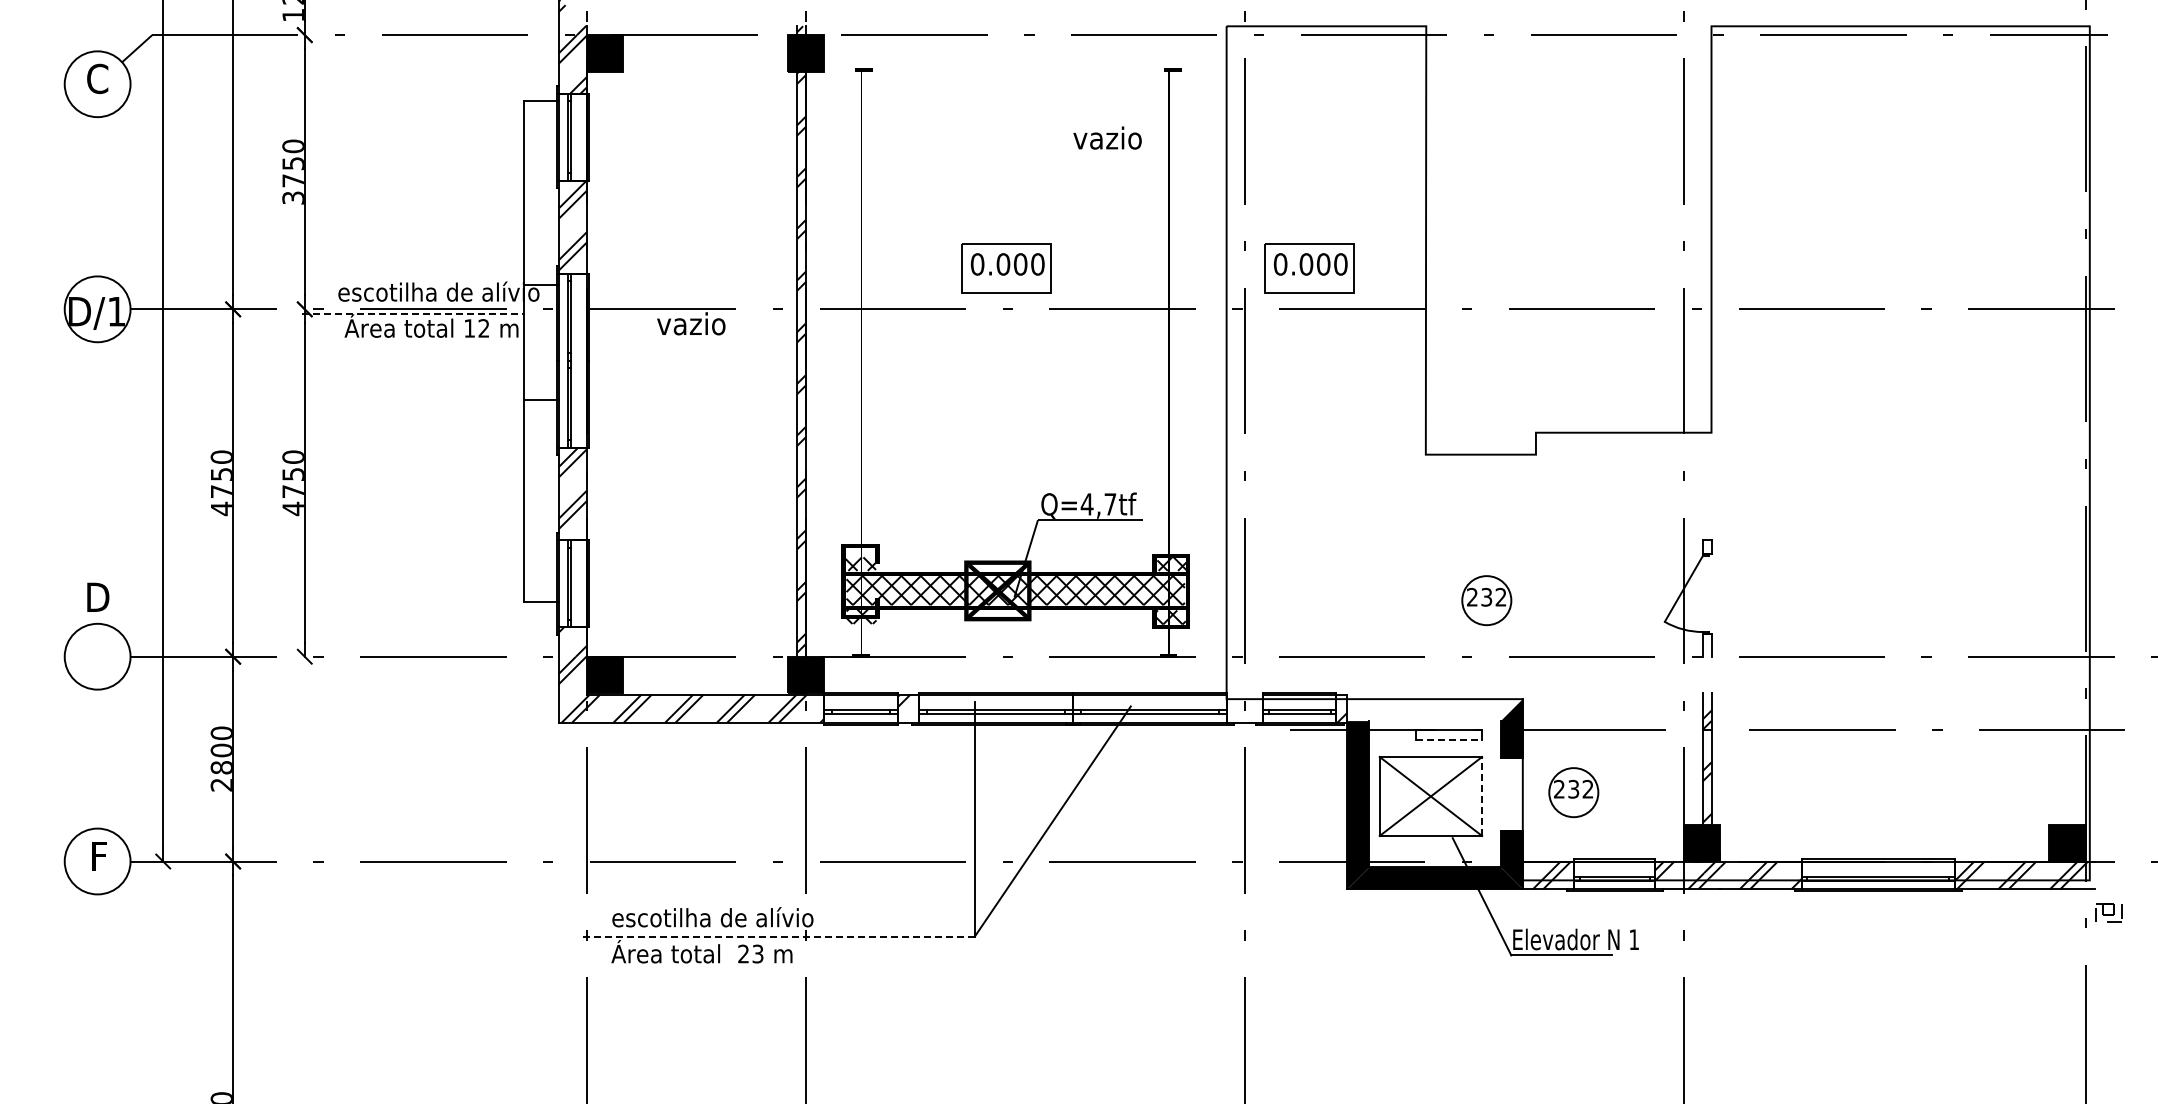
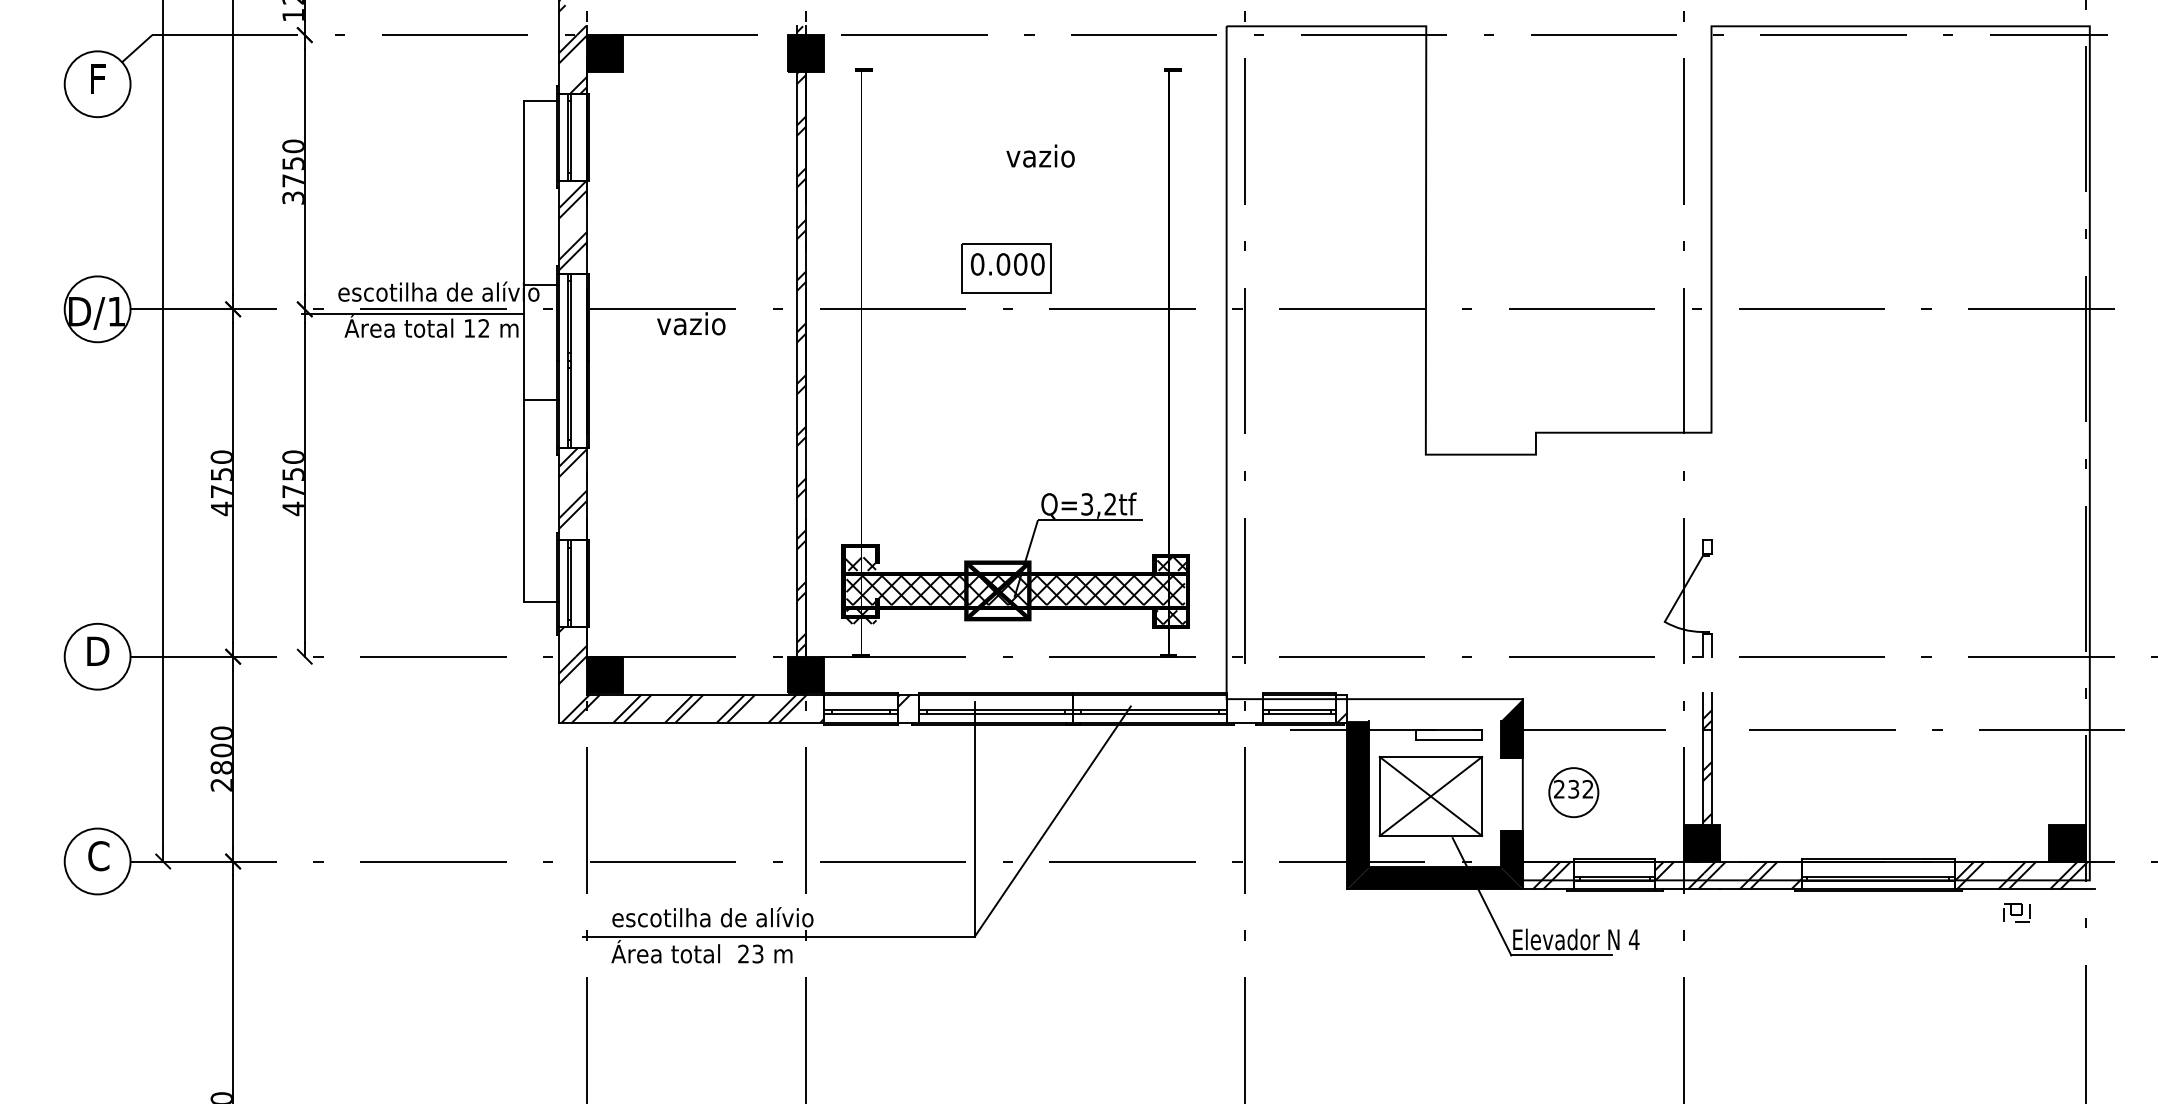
text at (97, 78): C -> F
text at (1107, 137) position: (1107, 137) -> (1040, 155)
part at (1309, 268): present -> none
line at (412, 314): dashed -> solid
text at (1098, 504): Q=4,7tf -> Q=3,2tf
text at (98, 596) position: (98, 596) -> (98, 650)
part at (1486, 600): present -> none
line at (1449, 739): dashed -> solid
line at (1482, 795): dashed -> solid
text at (98, 856): F -> C
part at (2108, 912) position: (2108, 912) -> (2016, 912)
line at (778, 936): dashed -> solid
text at (1633, 939): 1 -> 4
